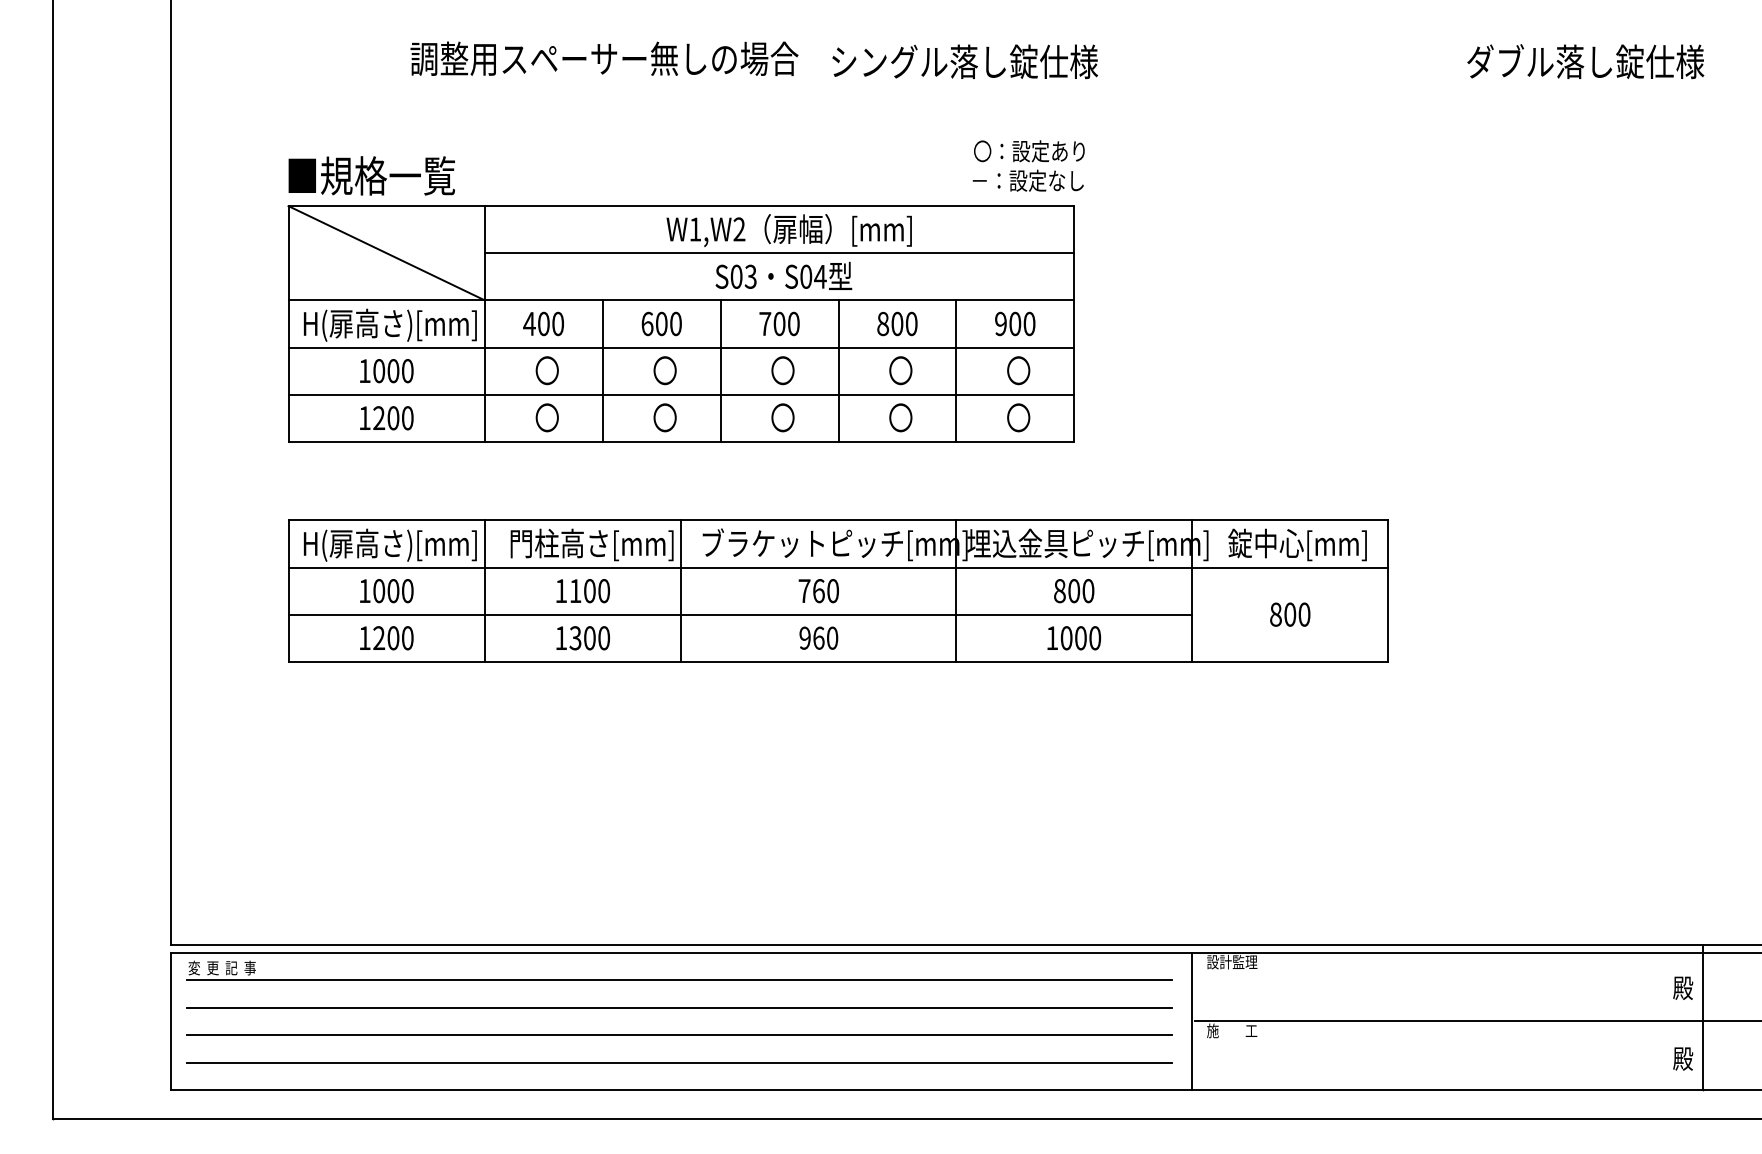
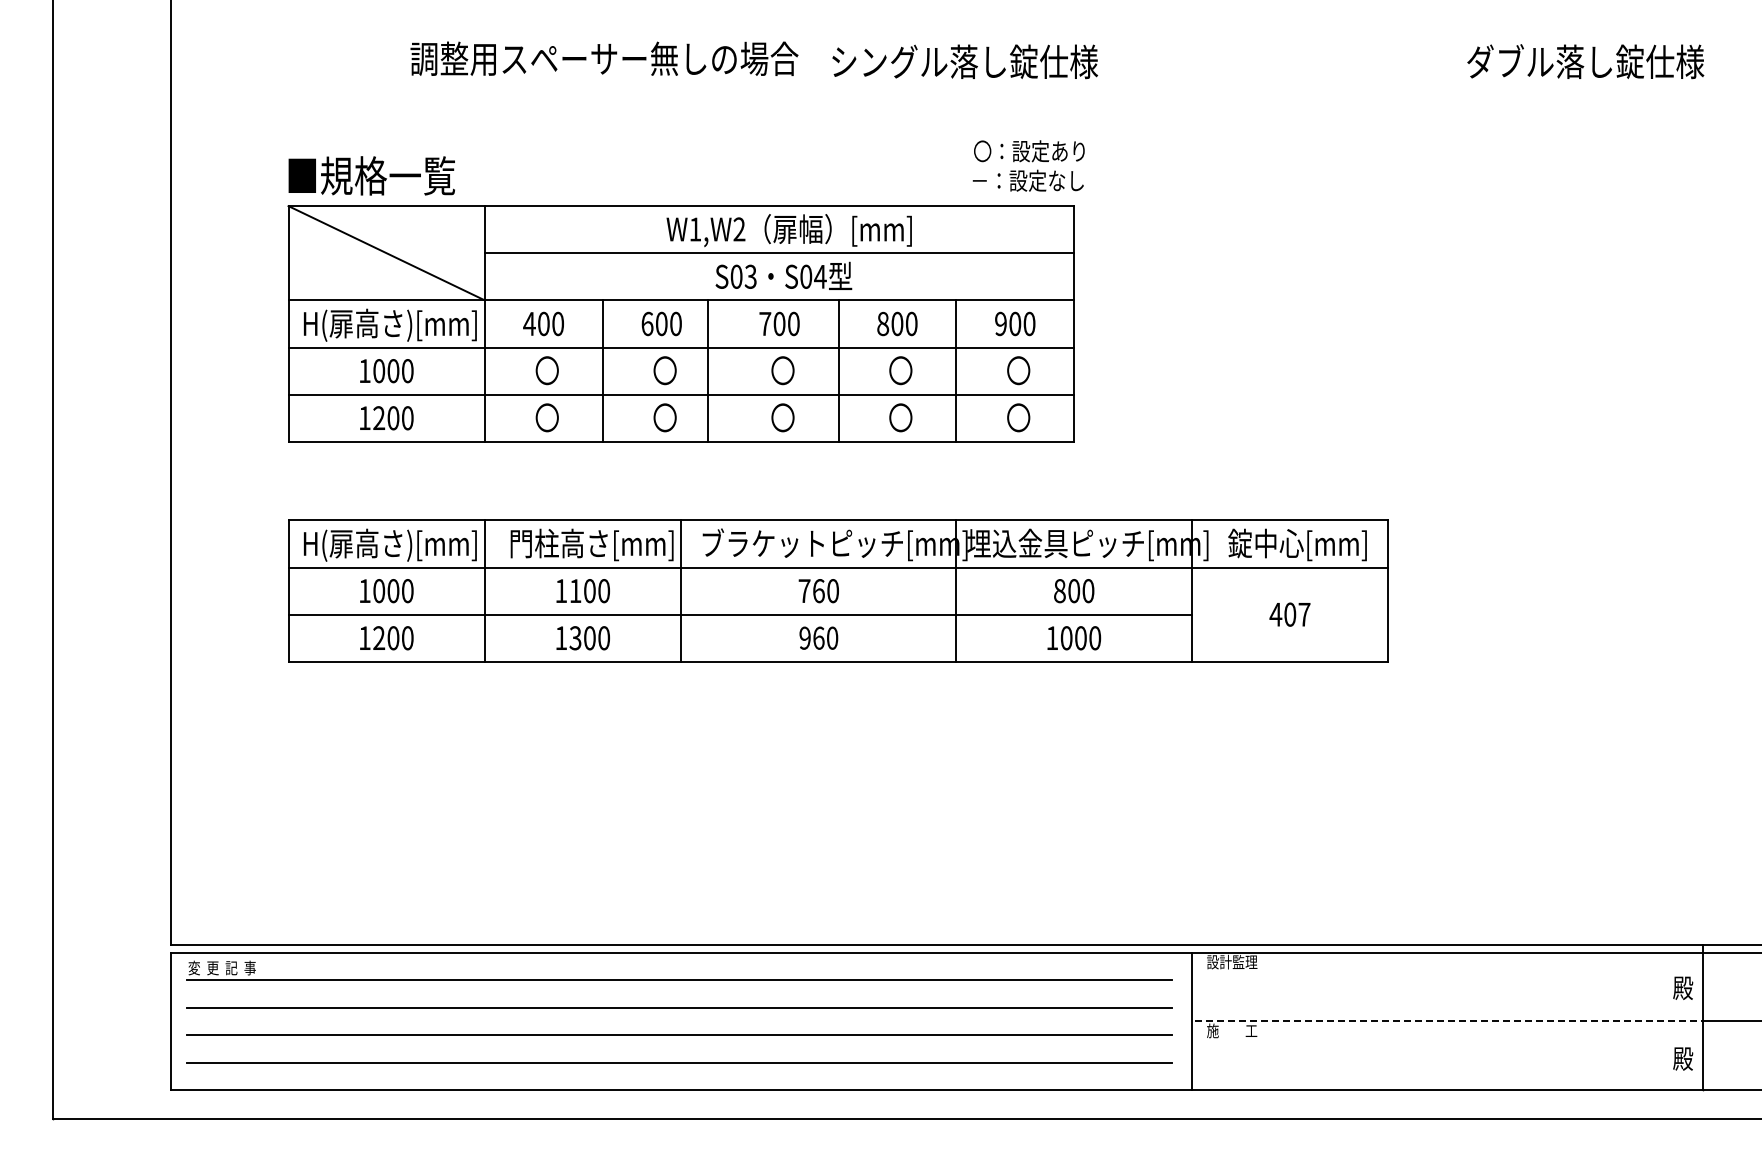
line at (720, 370) position: (720, 370) -> (707, 370)
text at (1289, 614): 800 -> 407
line at (1448, 1021): solid -> dashed
